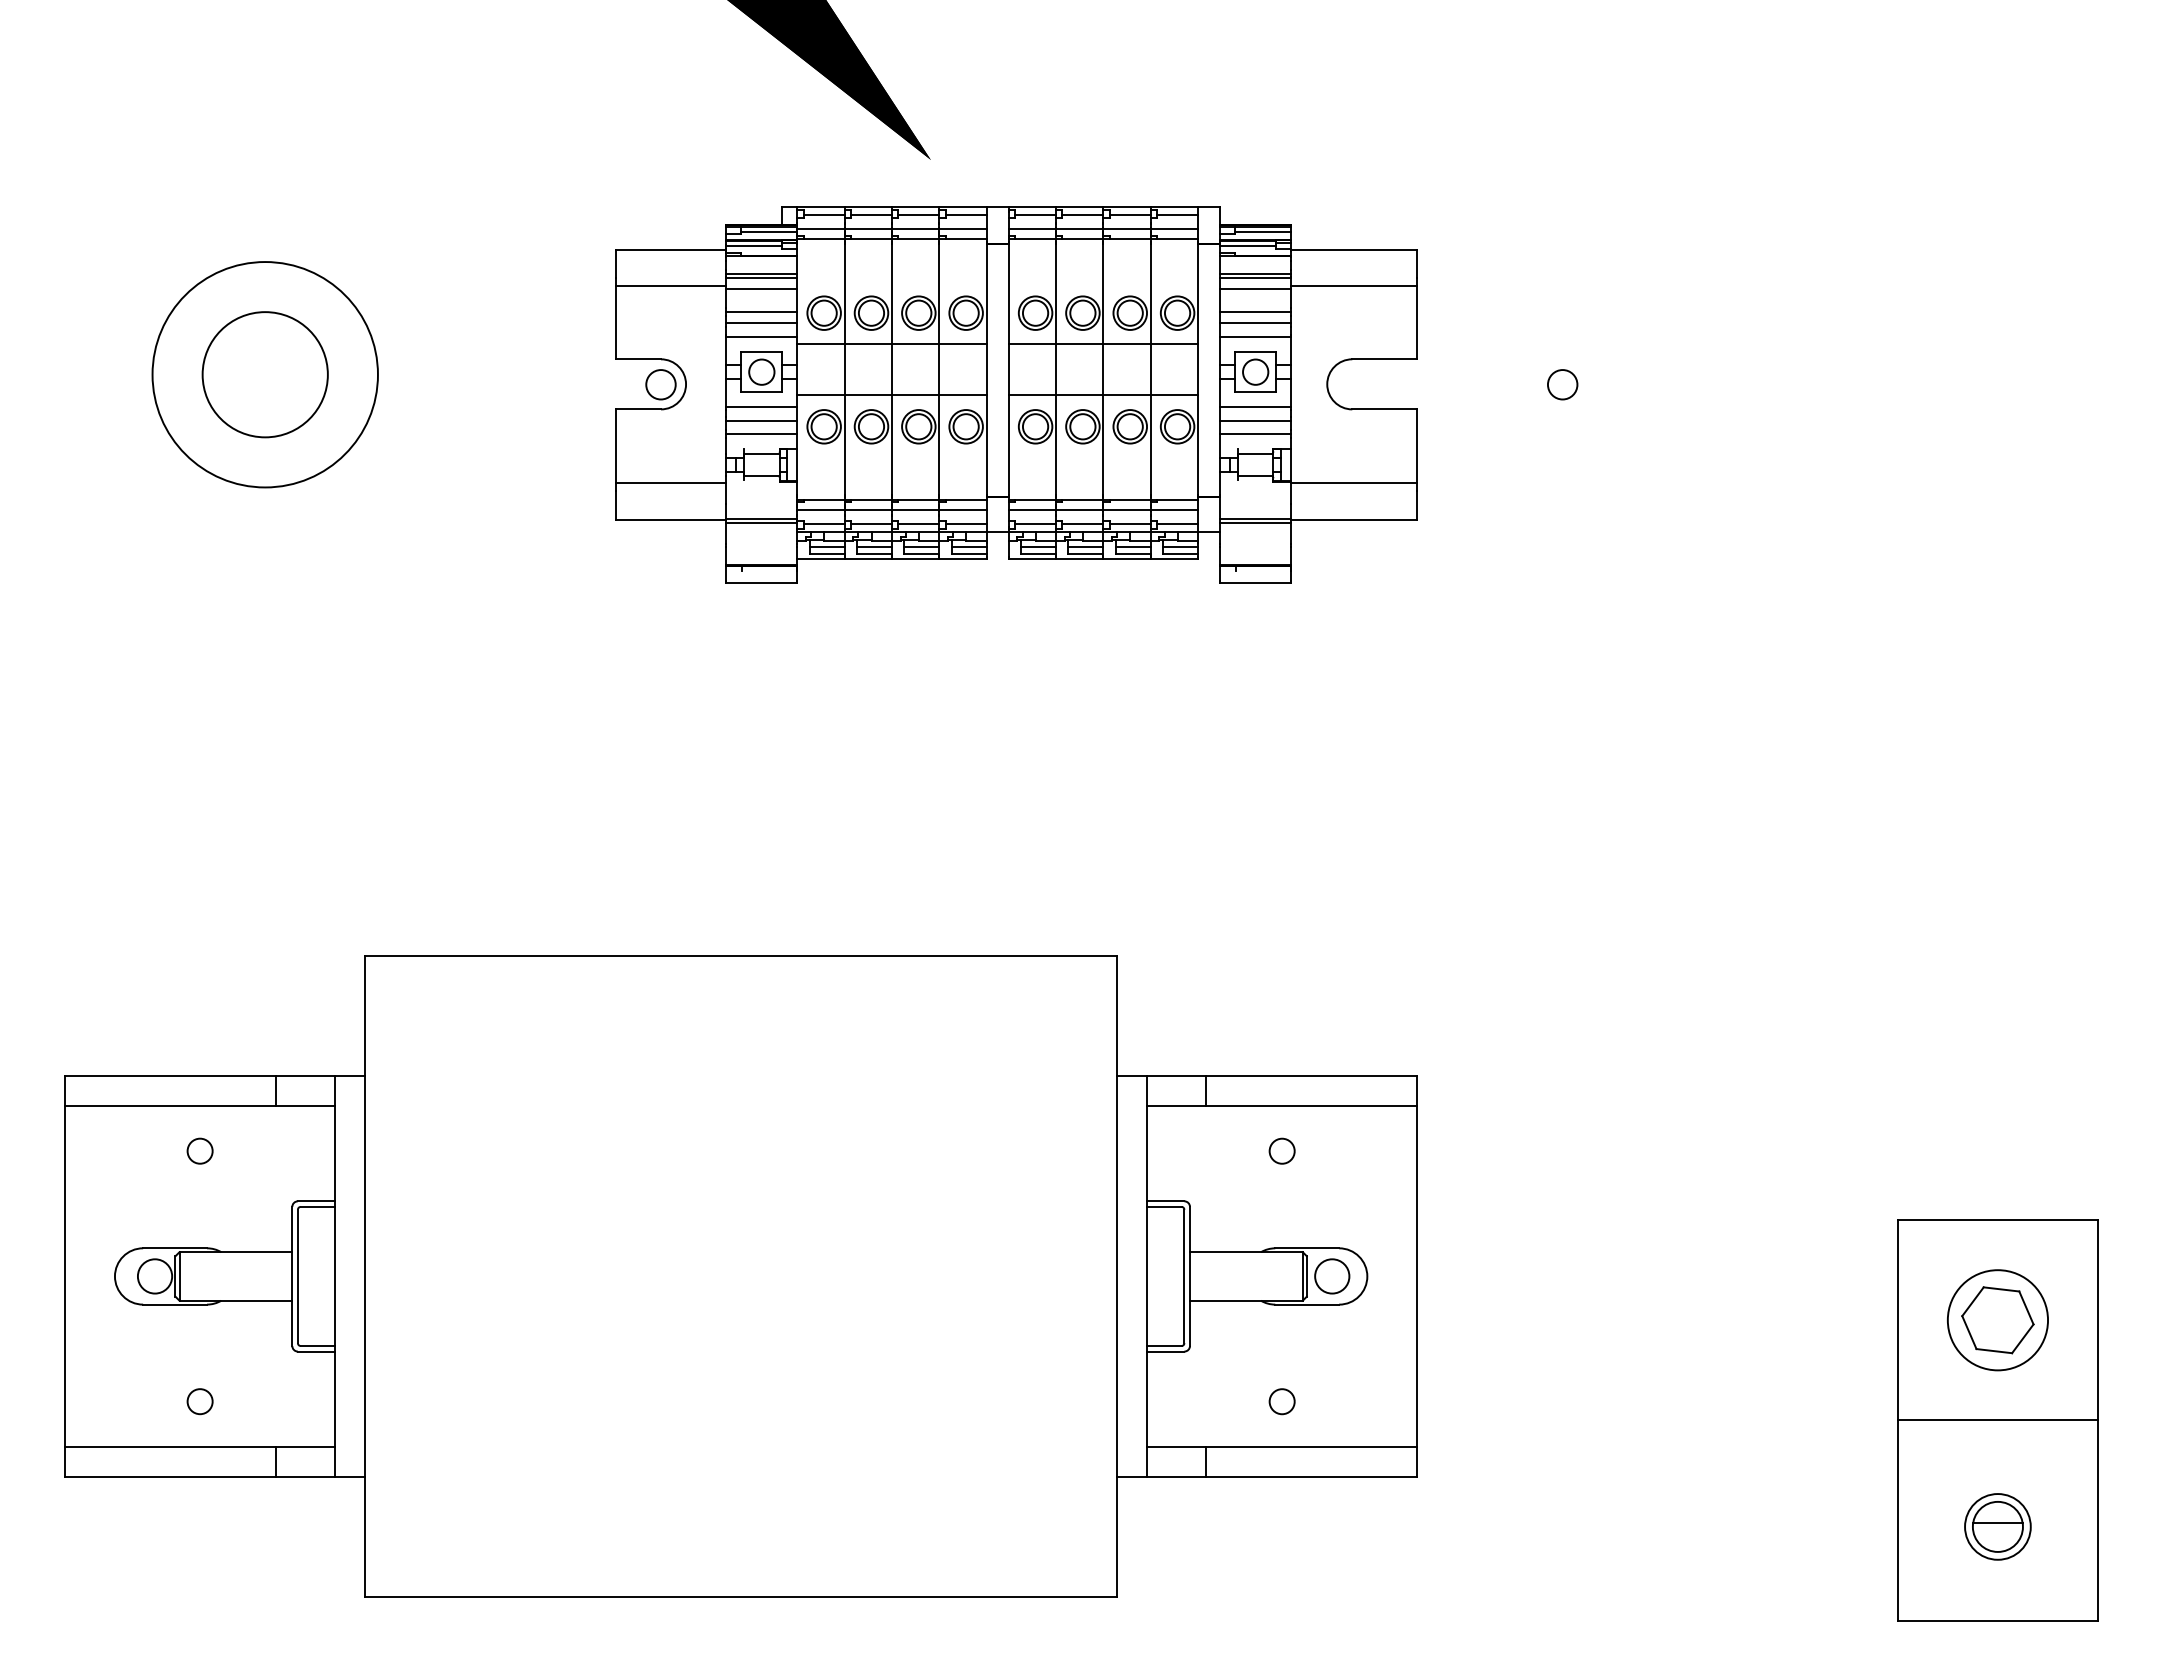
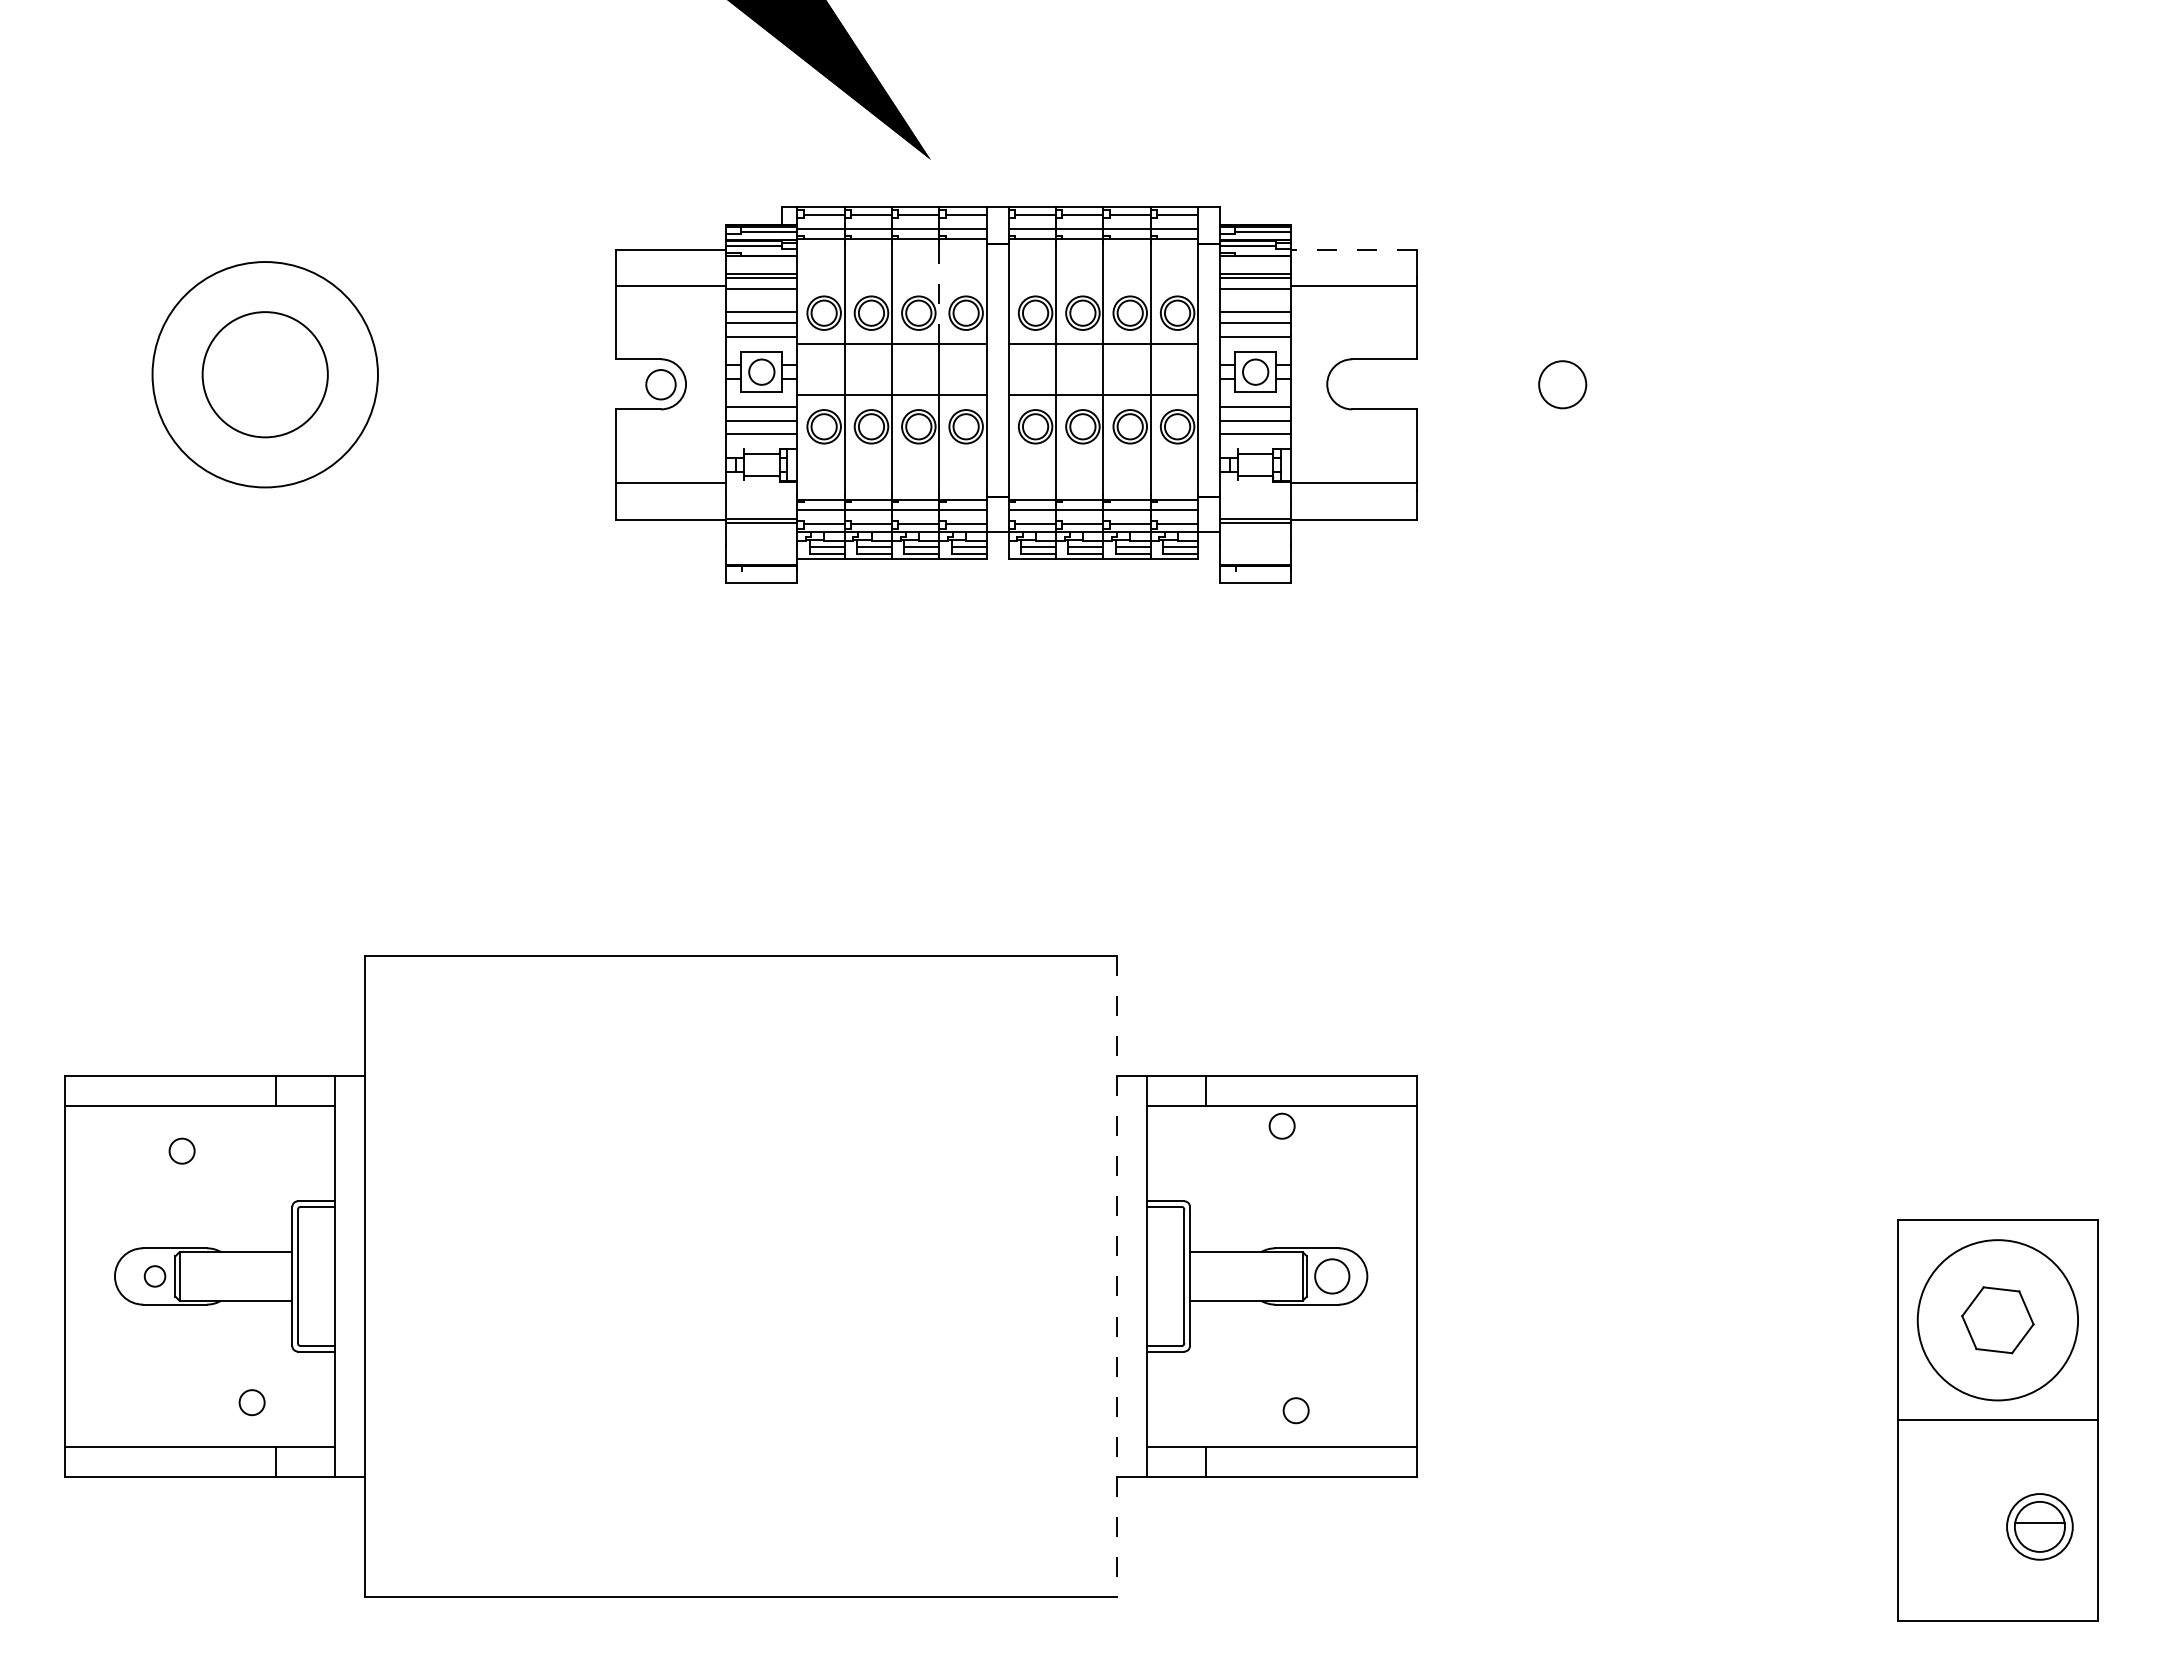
line at (1353, 249): solid -> dashed
line at (939, 294): solid -> dashed
circle at (1562, 384) diameter: 29 px -> 47 px
circle at (199, 1150) position: (199, 1150) -> (181, 1150)
circle at (1281, 1150) position: (1281, 1150) -> (1281, 1125)
circle at (154, 1276) diameter: 34 px -> 21 px
line at (1116, 1276): solid -> dashed
circle at (1997, 1320) diameter: 100 px -> 160 px
circle at (199, 1401) position: (199, 1401) -> (251, 1402)
circle at (1281, 1401) position: (1281, 1401) -> (1295, 1410)
part at (1997, 1526) position: (1997, 1526) -> (2039, 1526)
